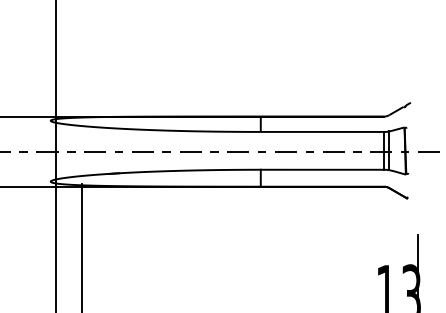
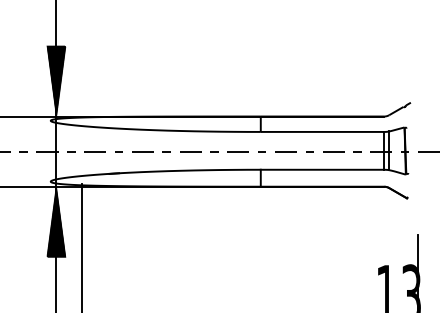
hatch at (56, 81): none -> present
hatch at (56, 222): none -> present
